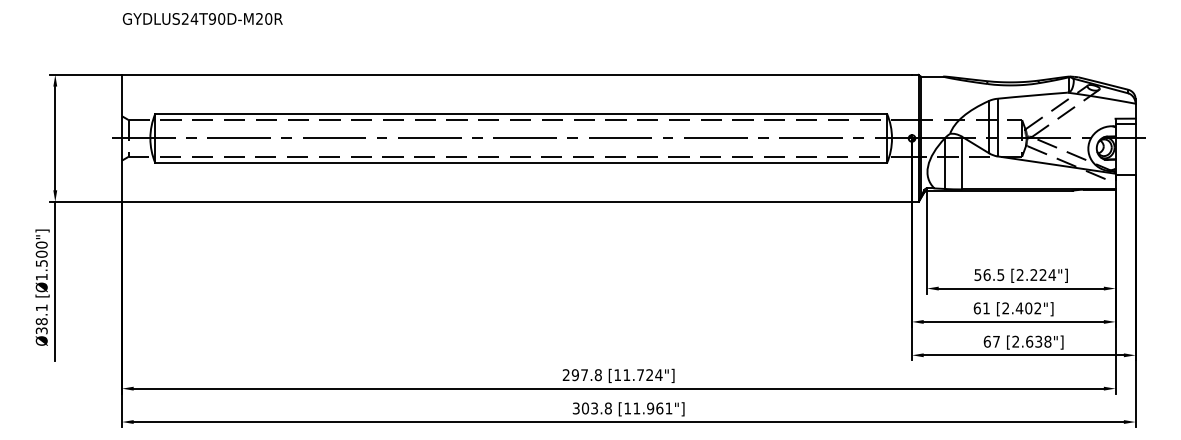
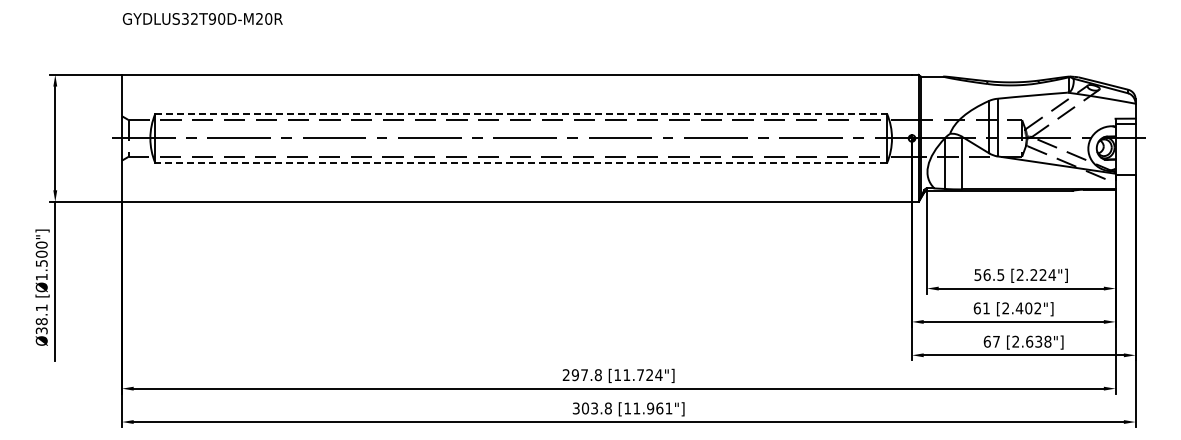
text at (190, 18): GYDLUS24T90D-M20R -> GYDLUS32T90D-M20R
line at (521, 113): solid -> dashed
line at (521, 163): solid -> dashed
